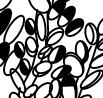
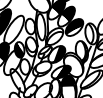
fill at (29, 26): present -> none
fill at (24, 66): present -> none
